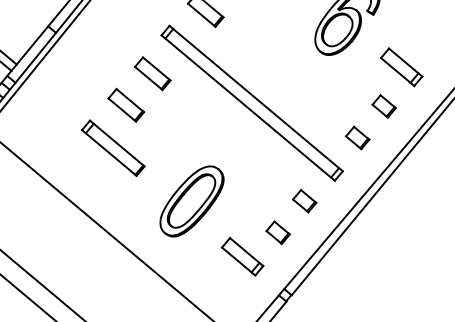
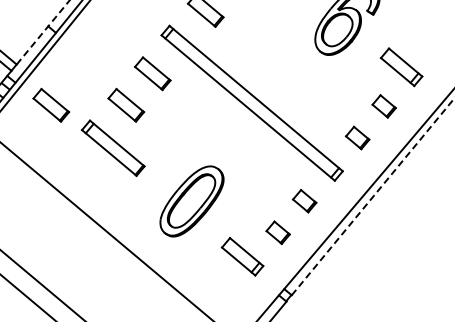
line at (43, 32): solid -> dashed
part at (51, 104): none -> present
line at (373, 196): solid -> dashed
